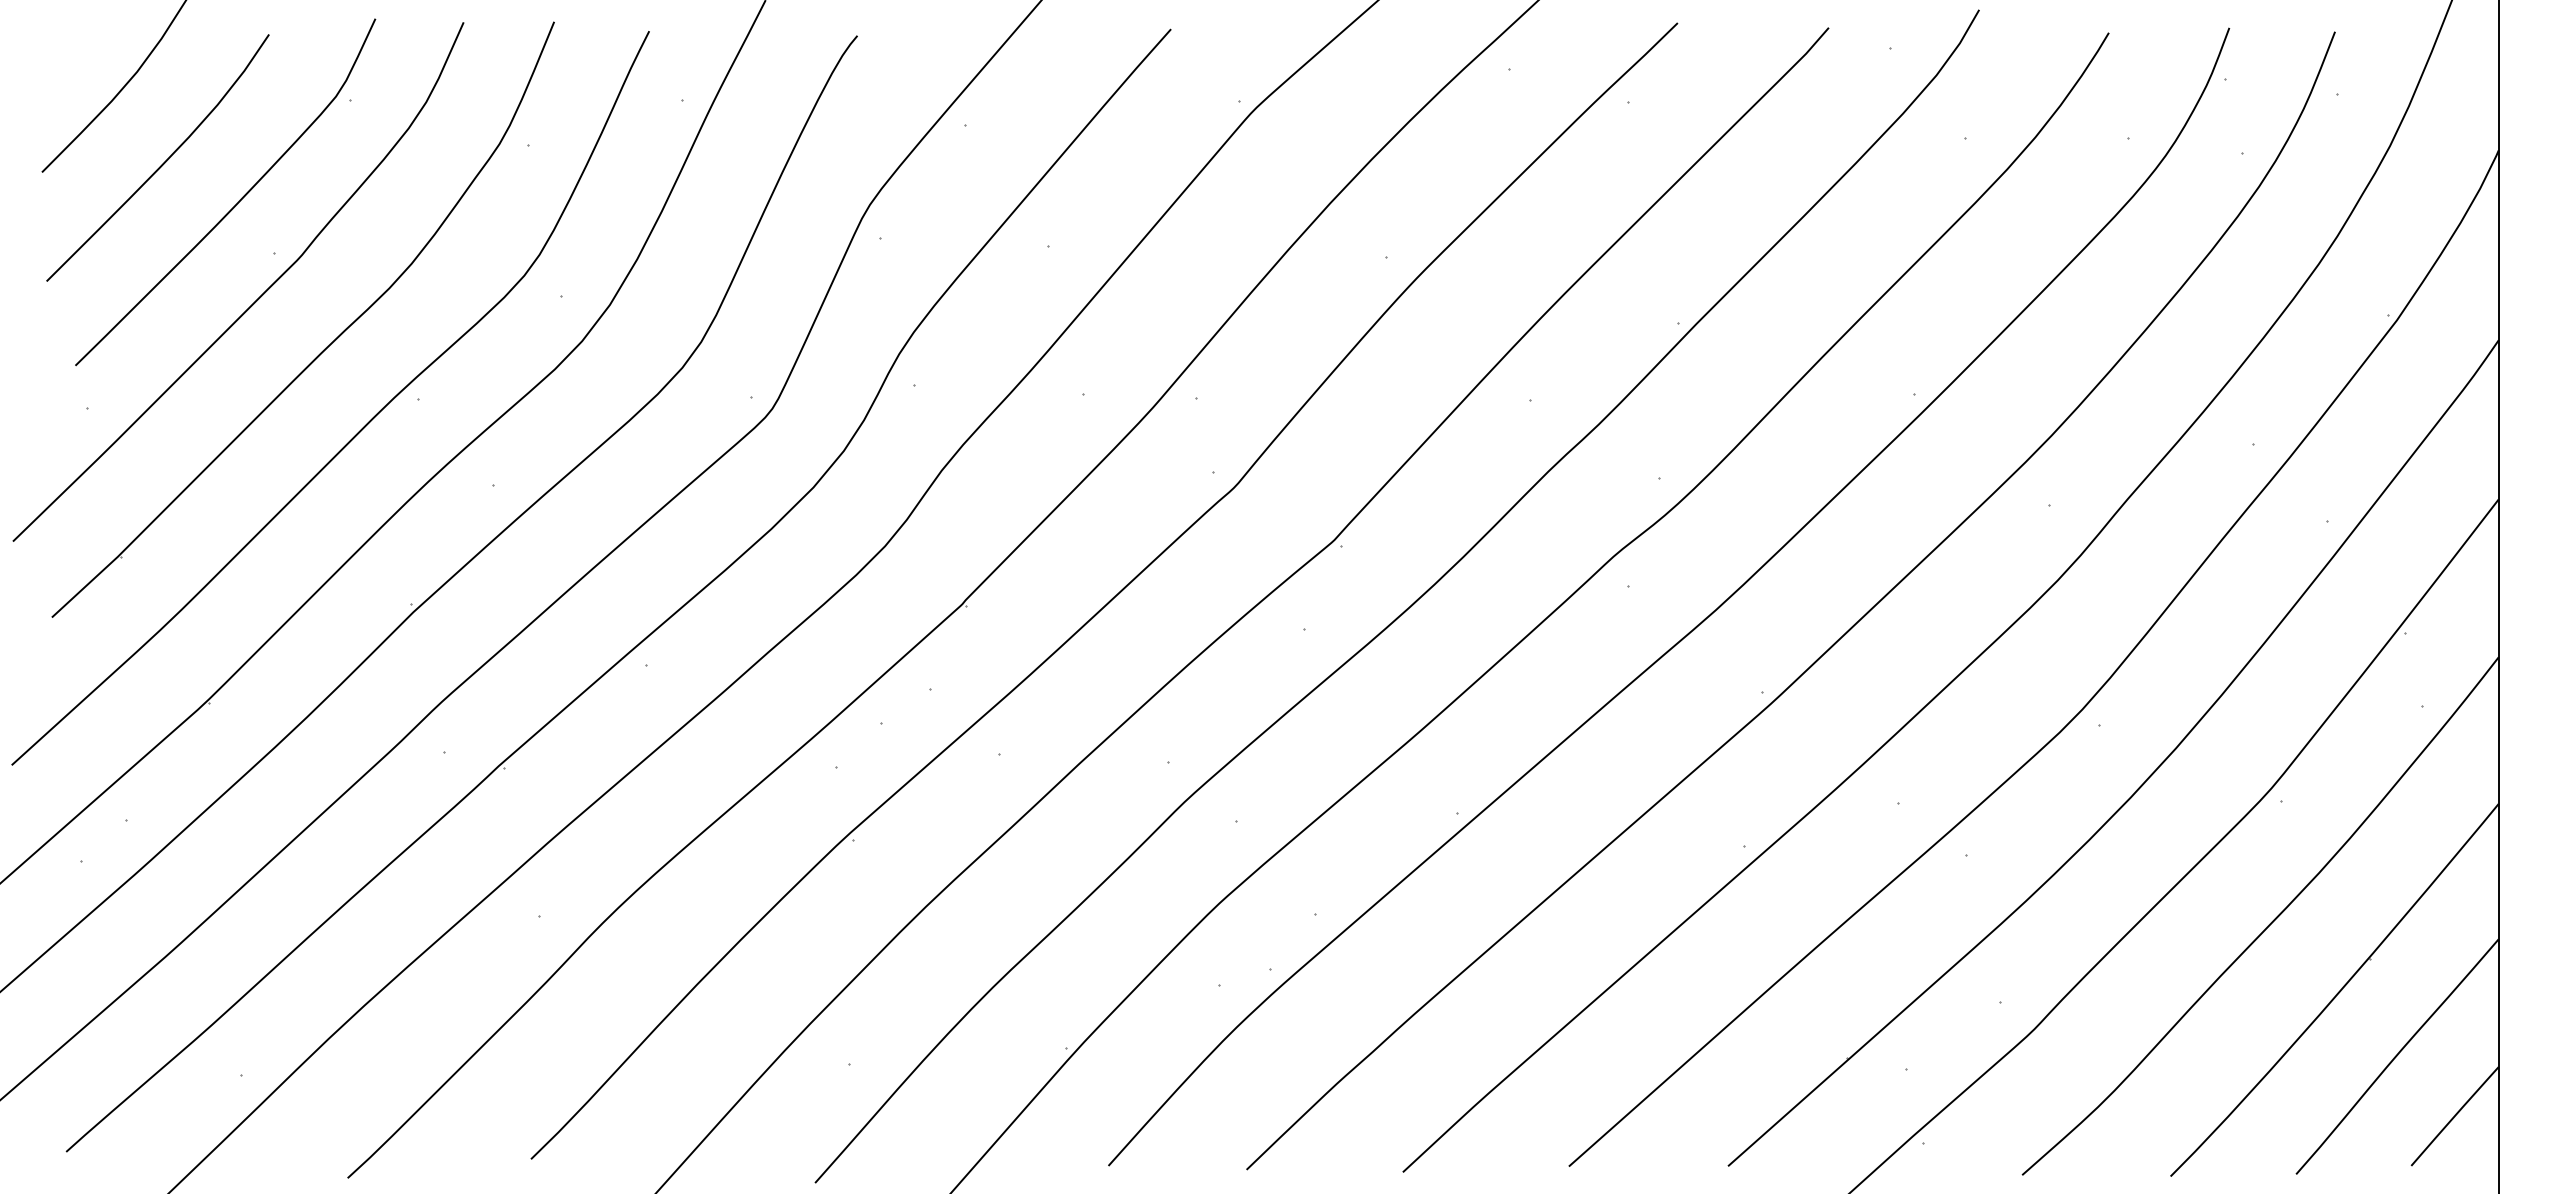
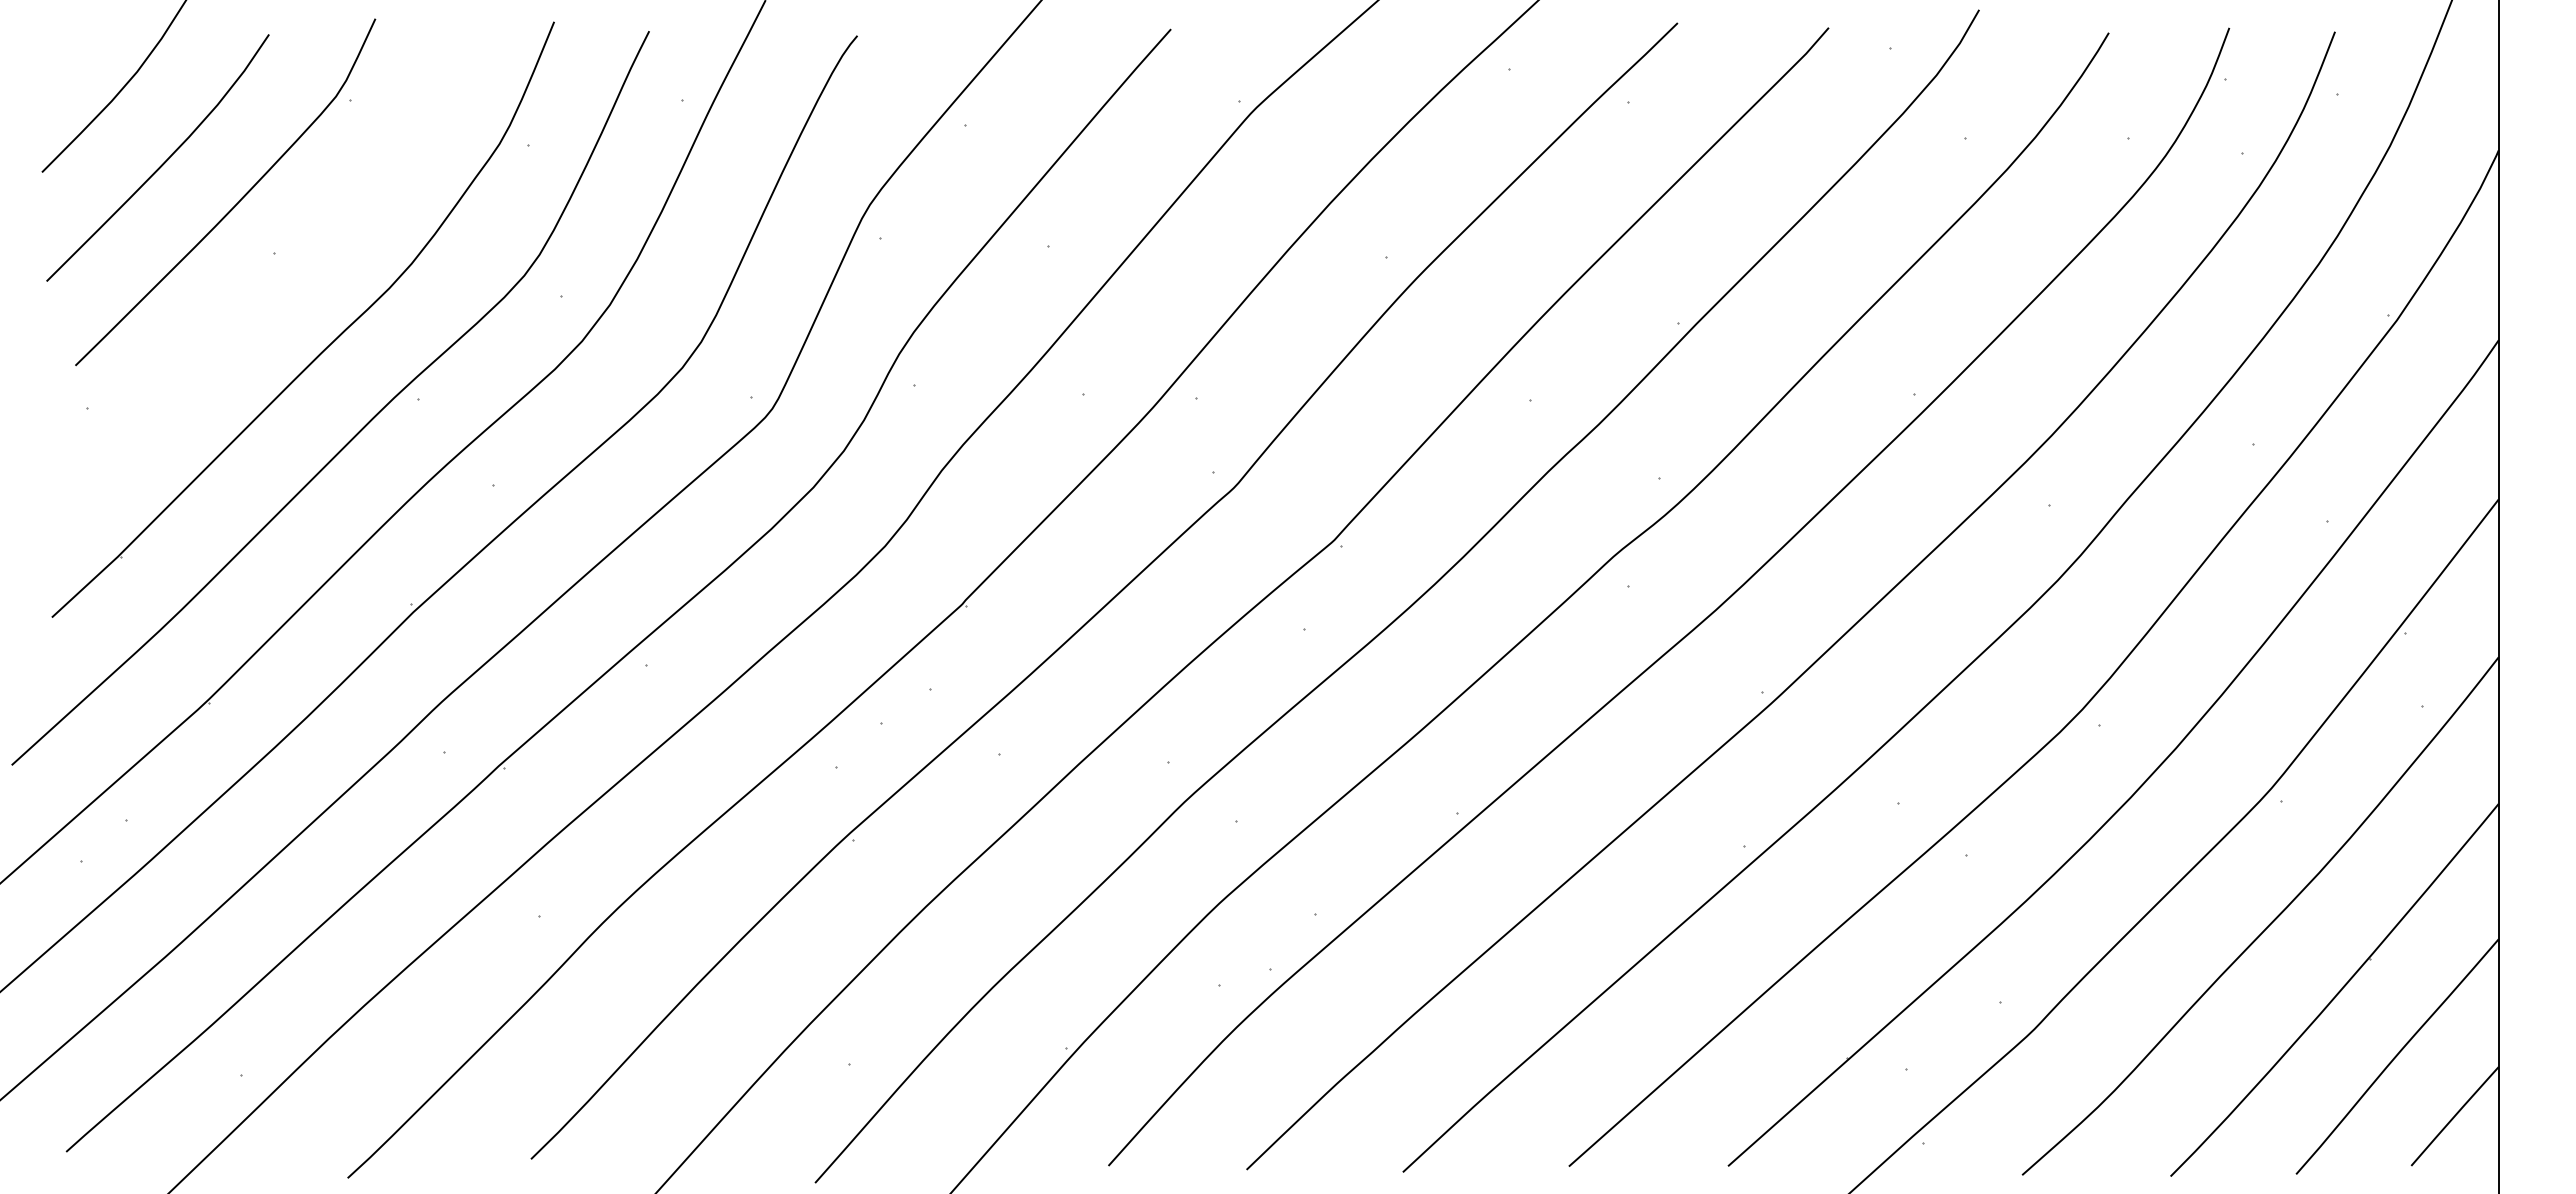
curve at (256, 299): present -> none
